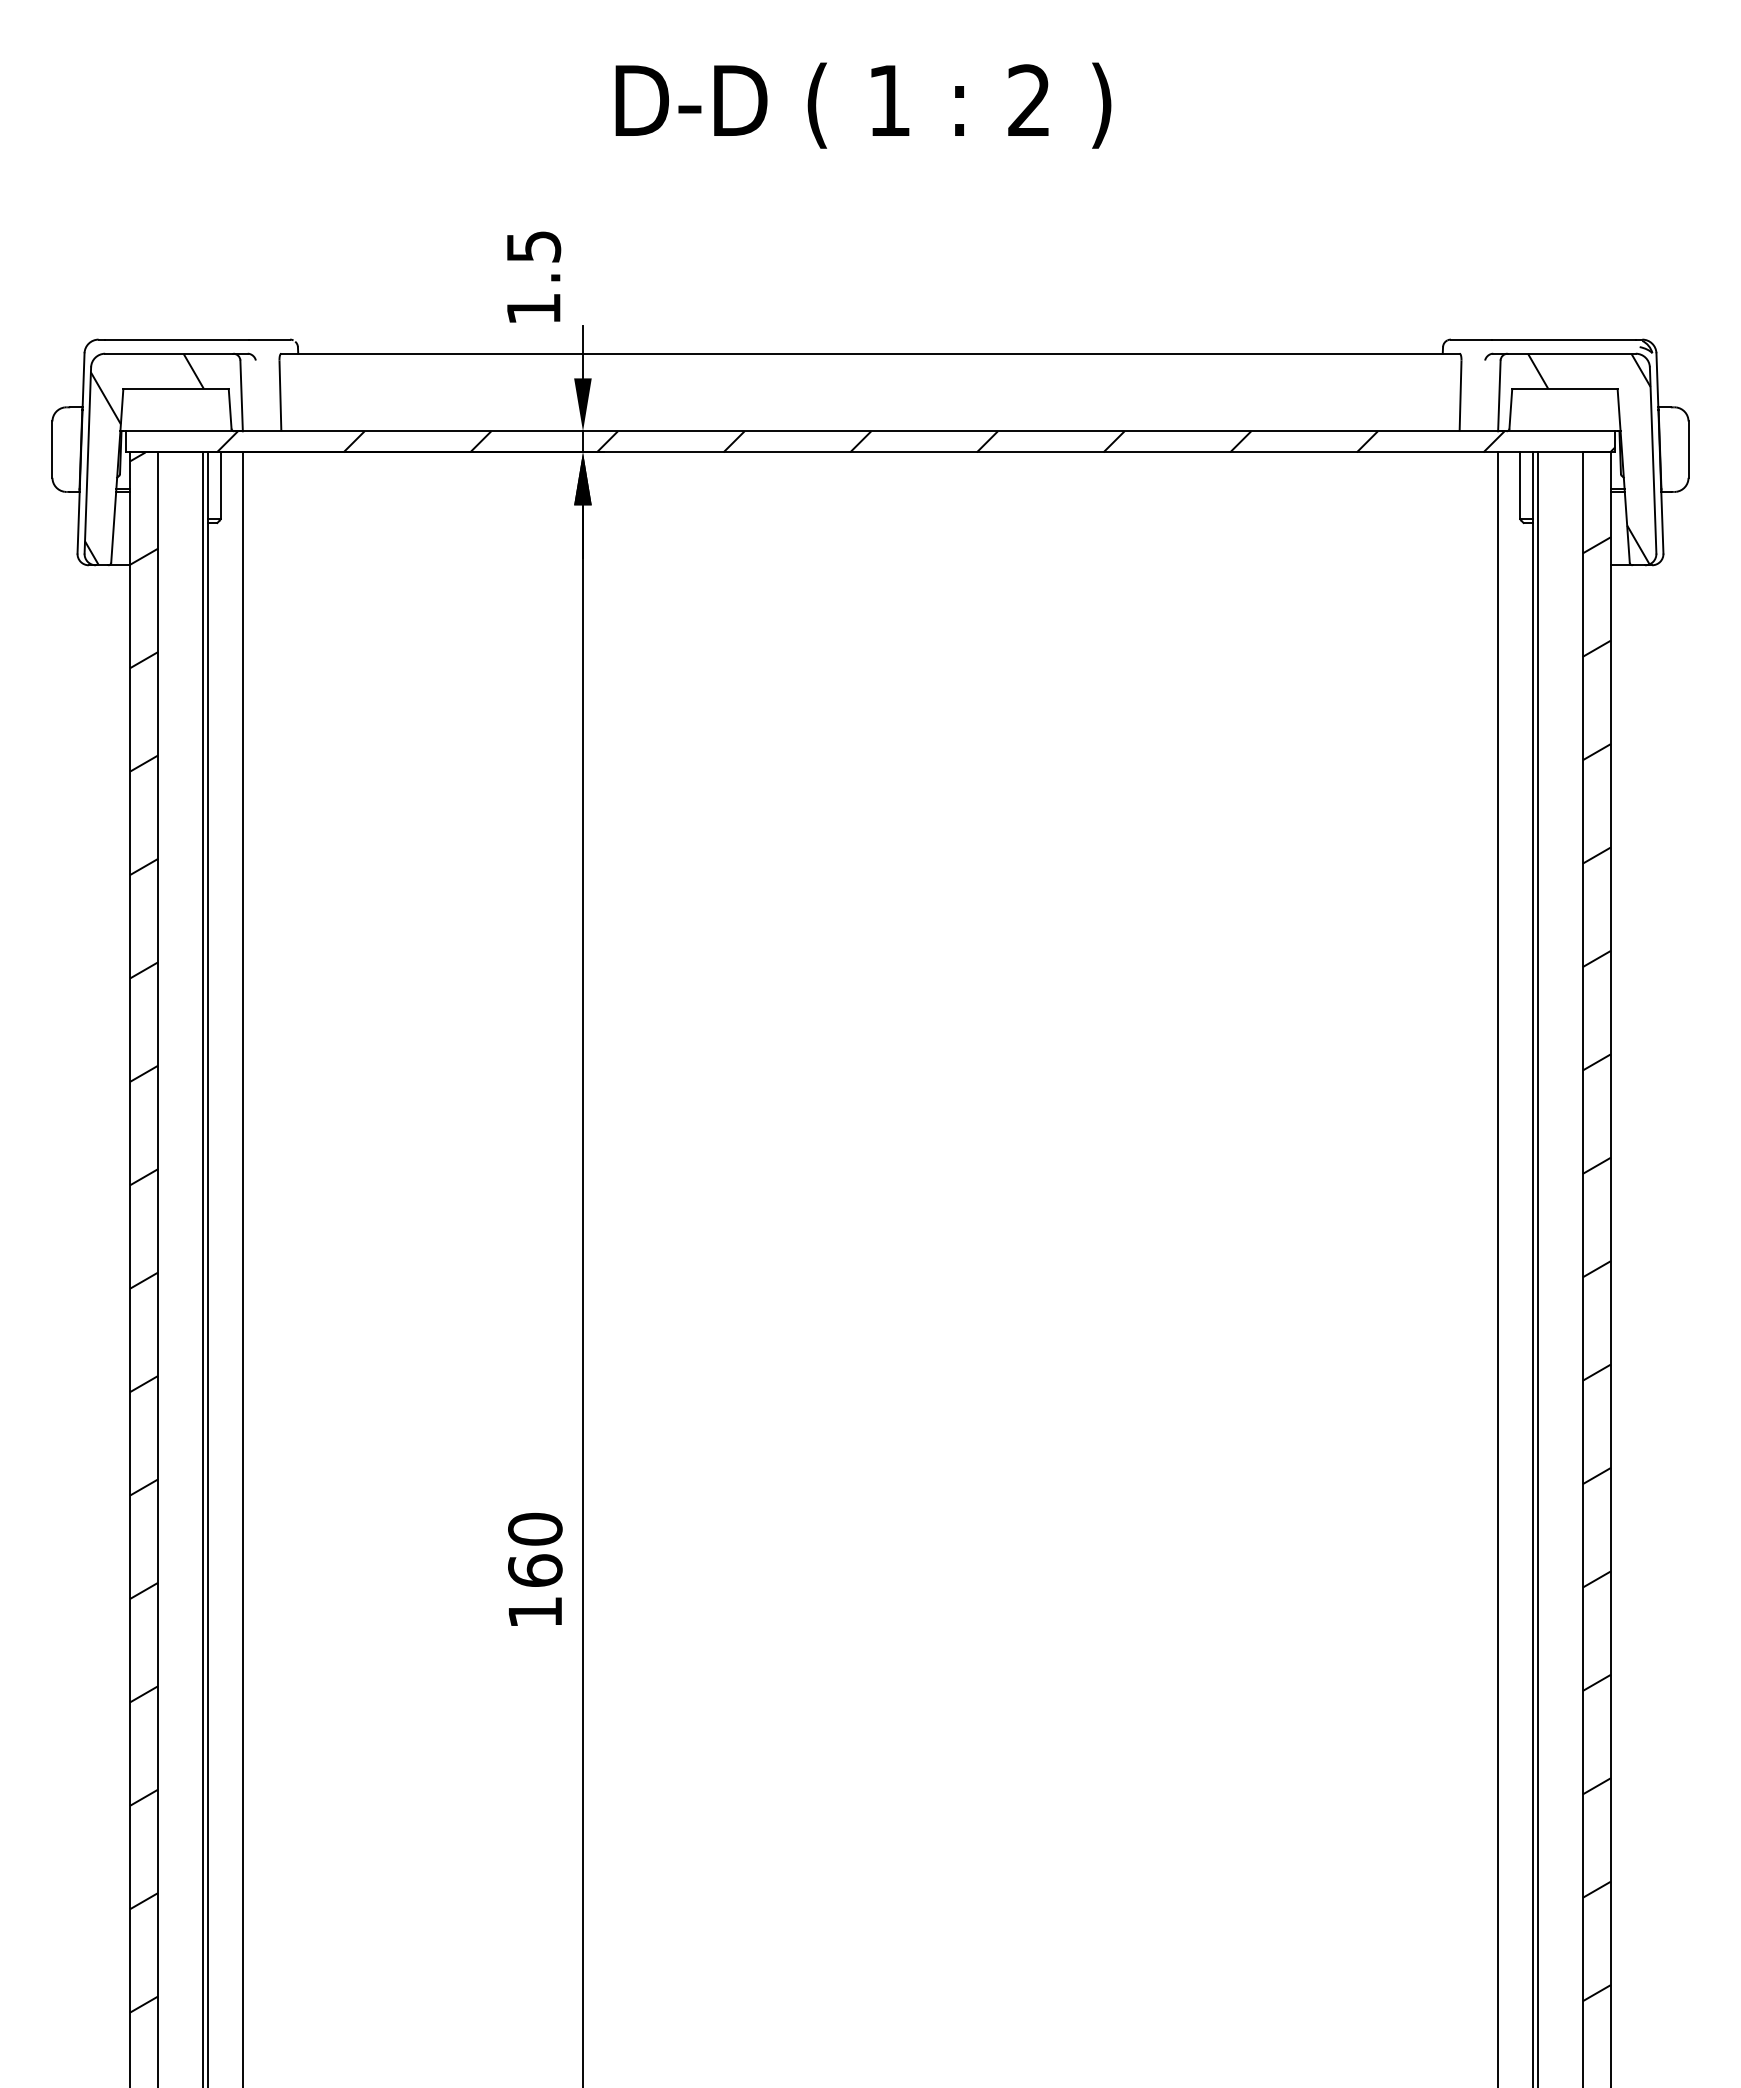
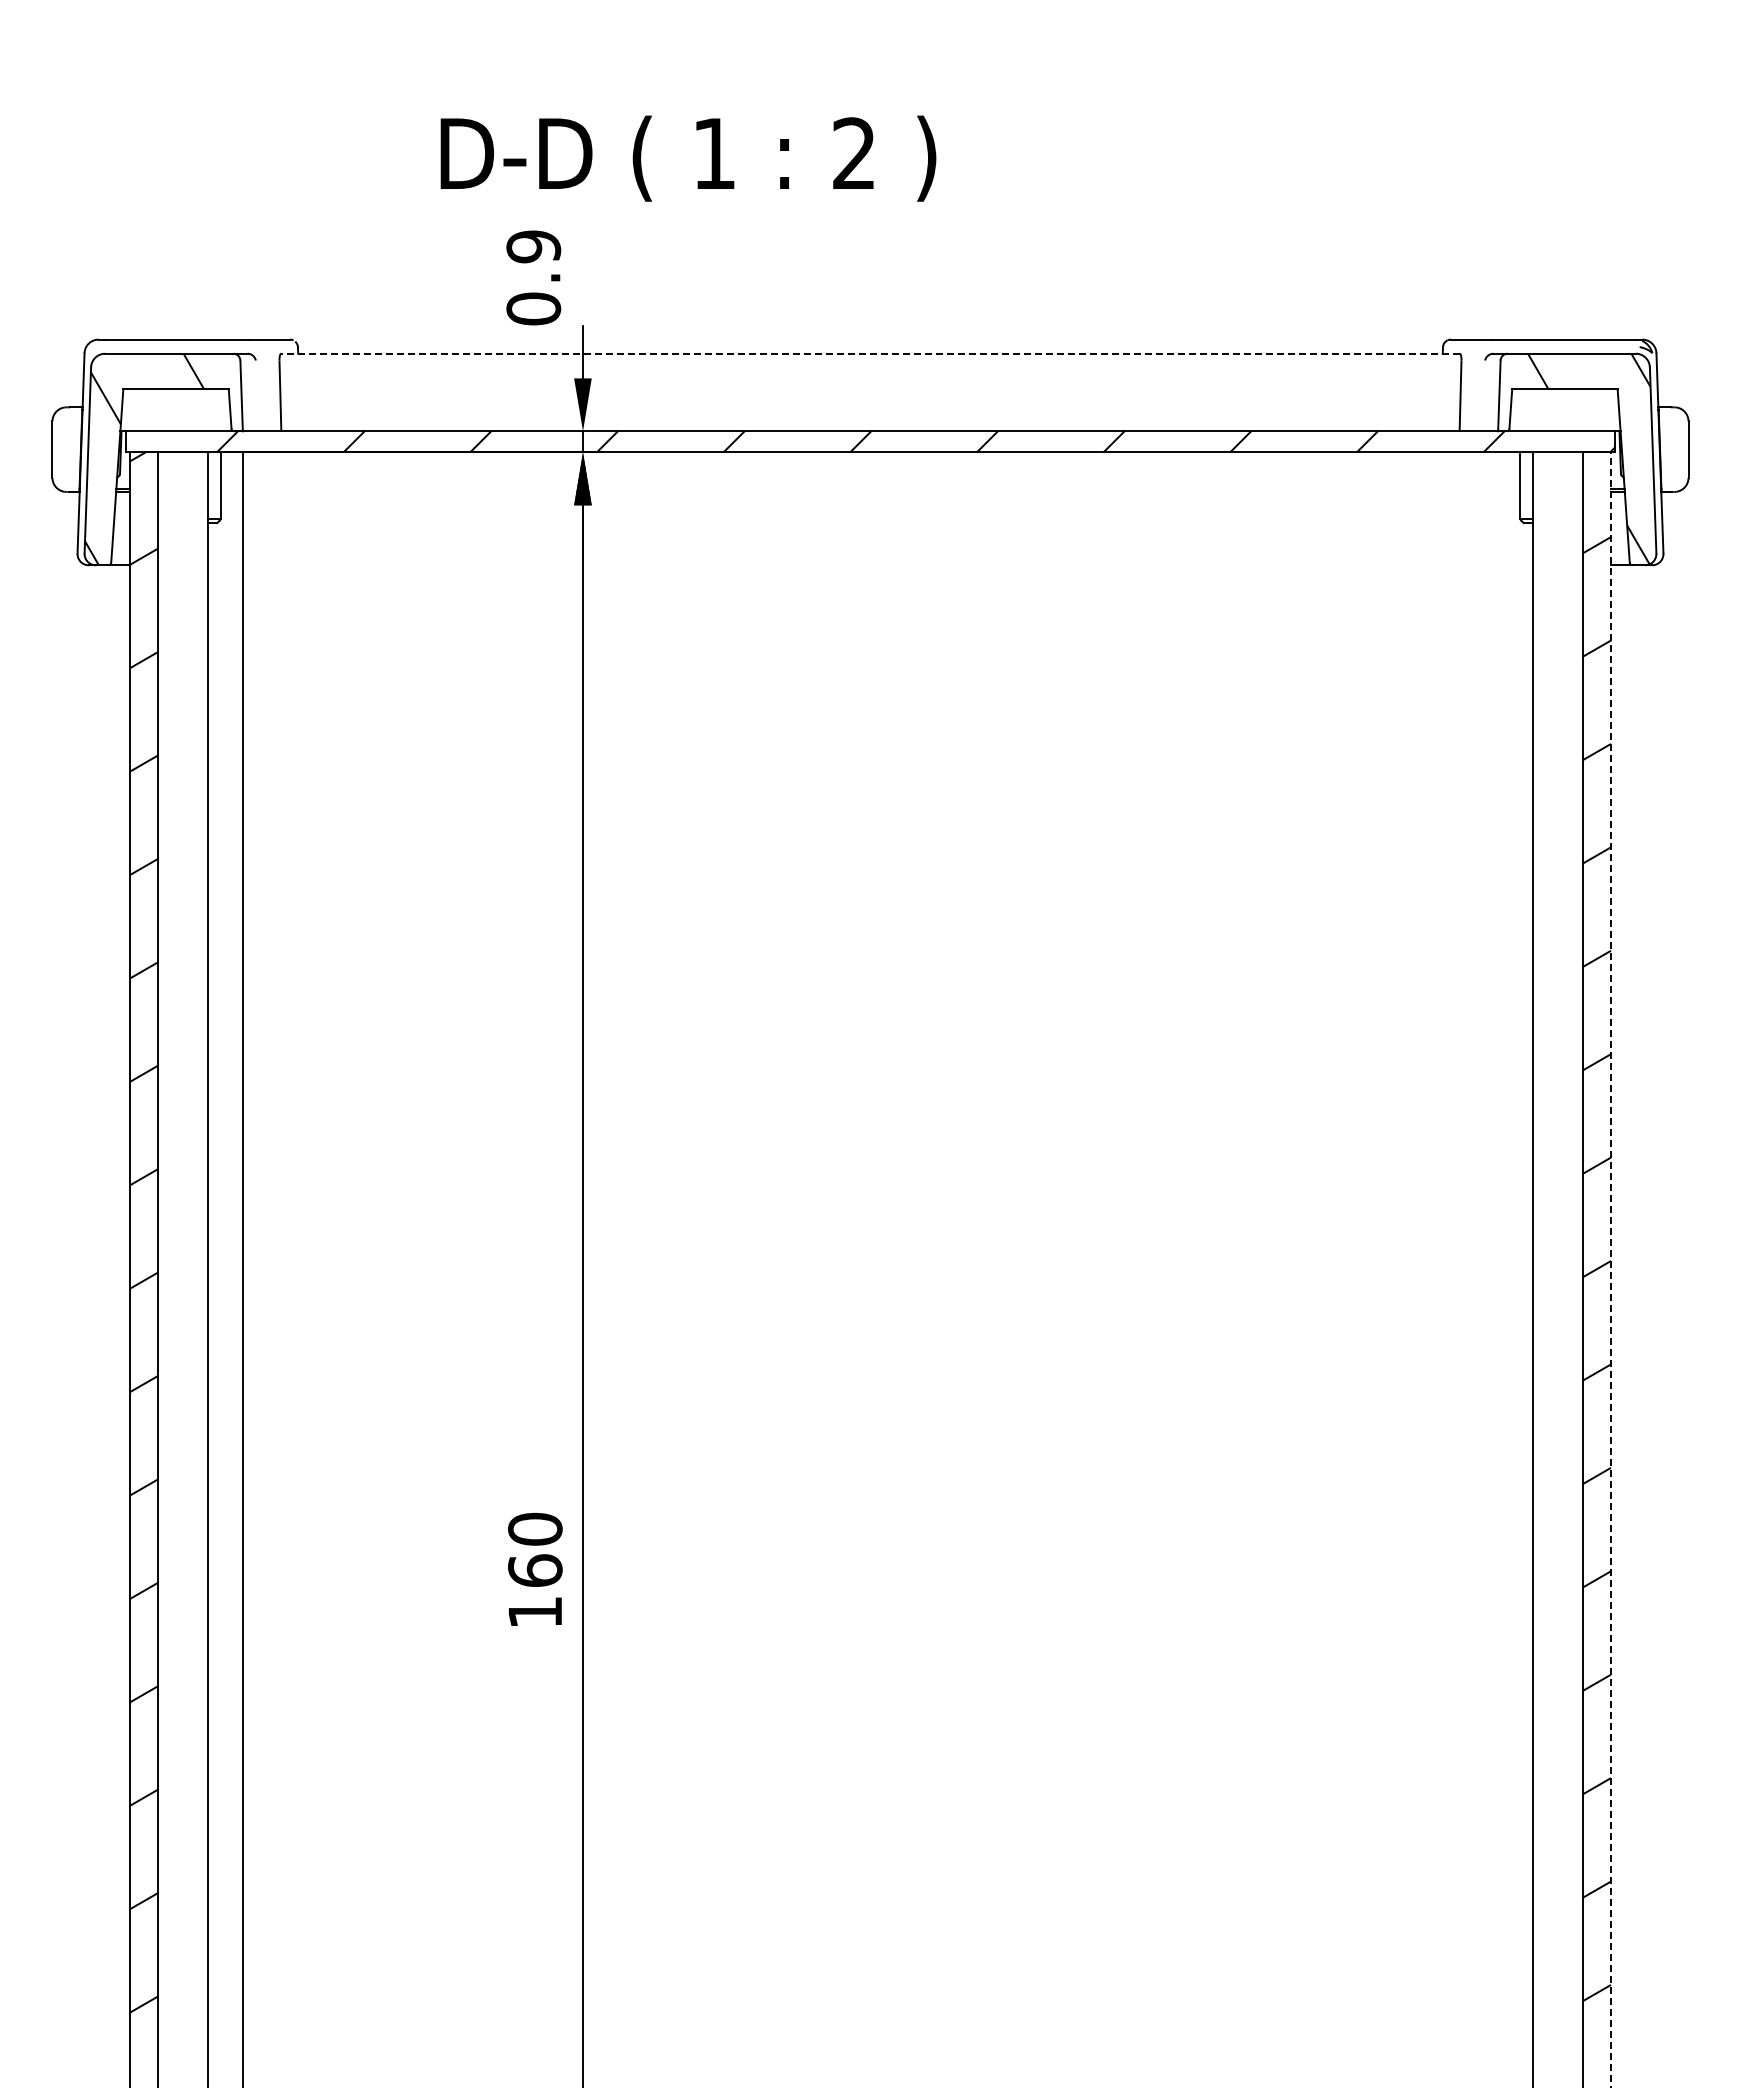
text at (863, 105) position: (863, 105) -> (688, 158)
text at (533, 277): 1.5 -> 0.9
line at (870, 353): solid -> dashed
line at (203, 1268): present -> none
line at (1498, 1268): present -> none
line at (1537, 1268): present -> none
line at (1610, 1269): solid -> dashed
